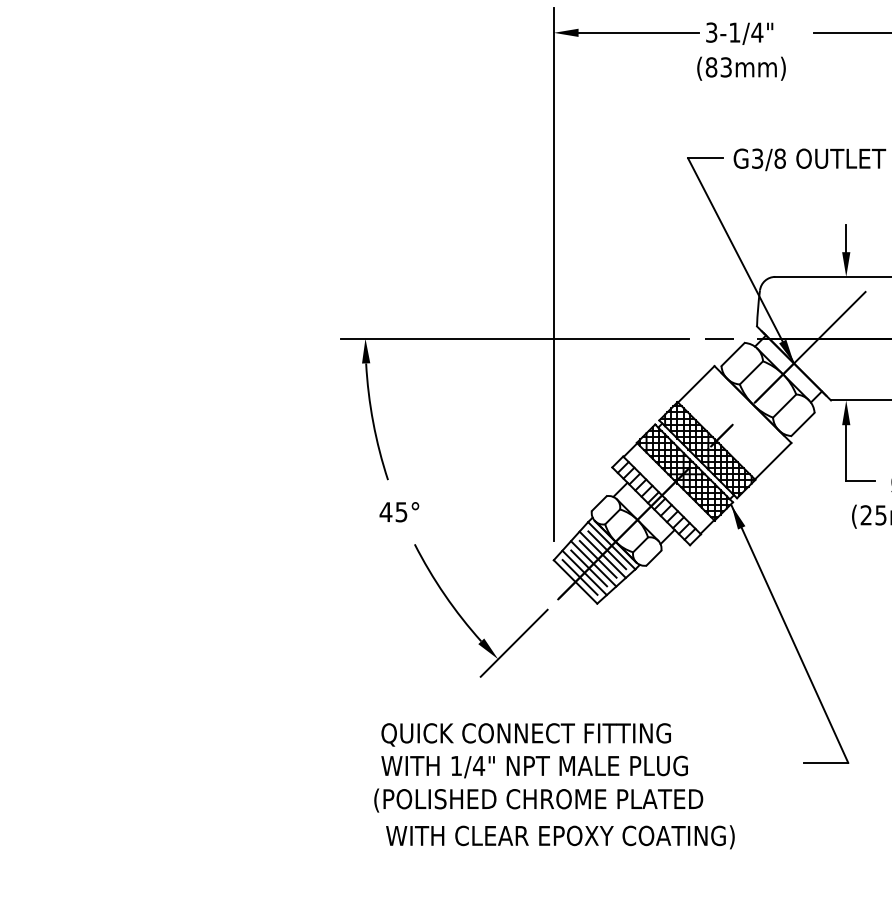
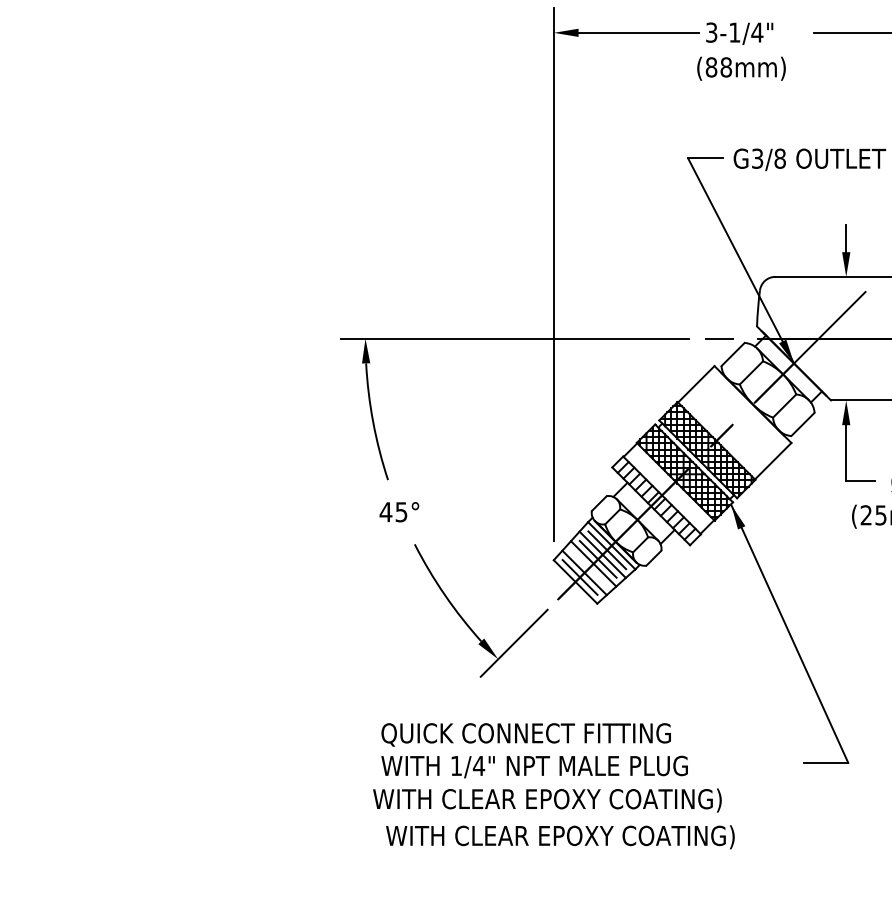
text at (726, 67): (83mm) -> (88mm)
line at (589, 568): present -> none
text at (547, 800): (POLISHED CHROME PLATED -> WITH CLEAR EPOXY COATING)
